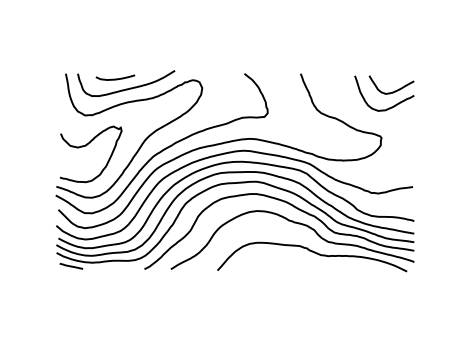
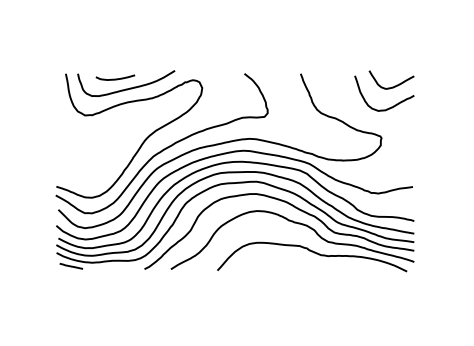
curve at (394, 90) position: (394, 90) -> (394, 85)
curve at (86, 146): present -> none
